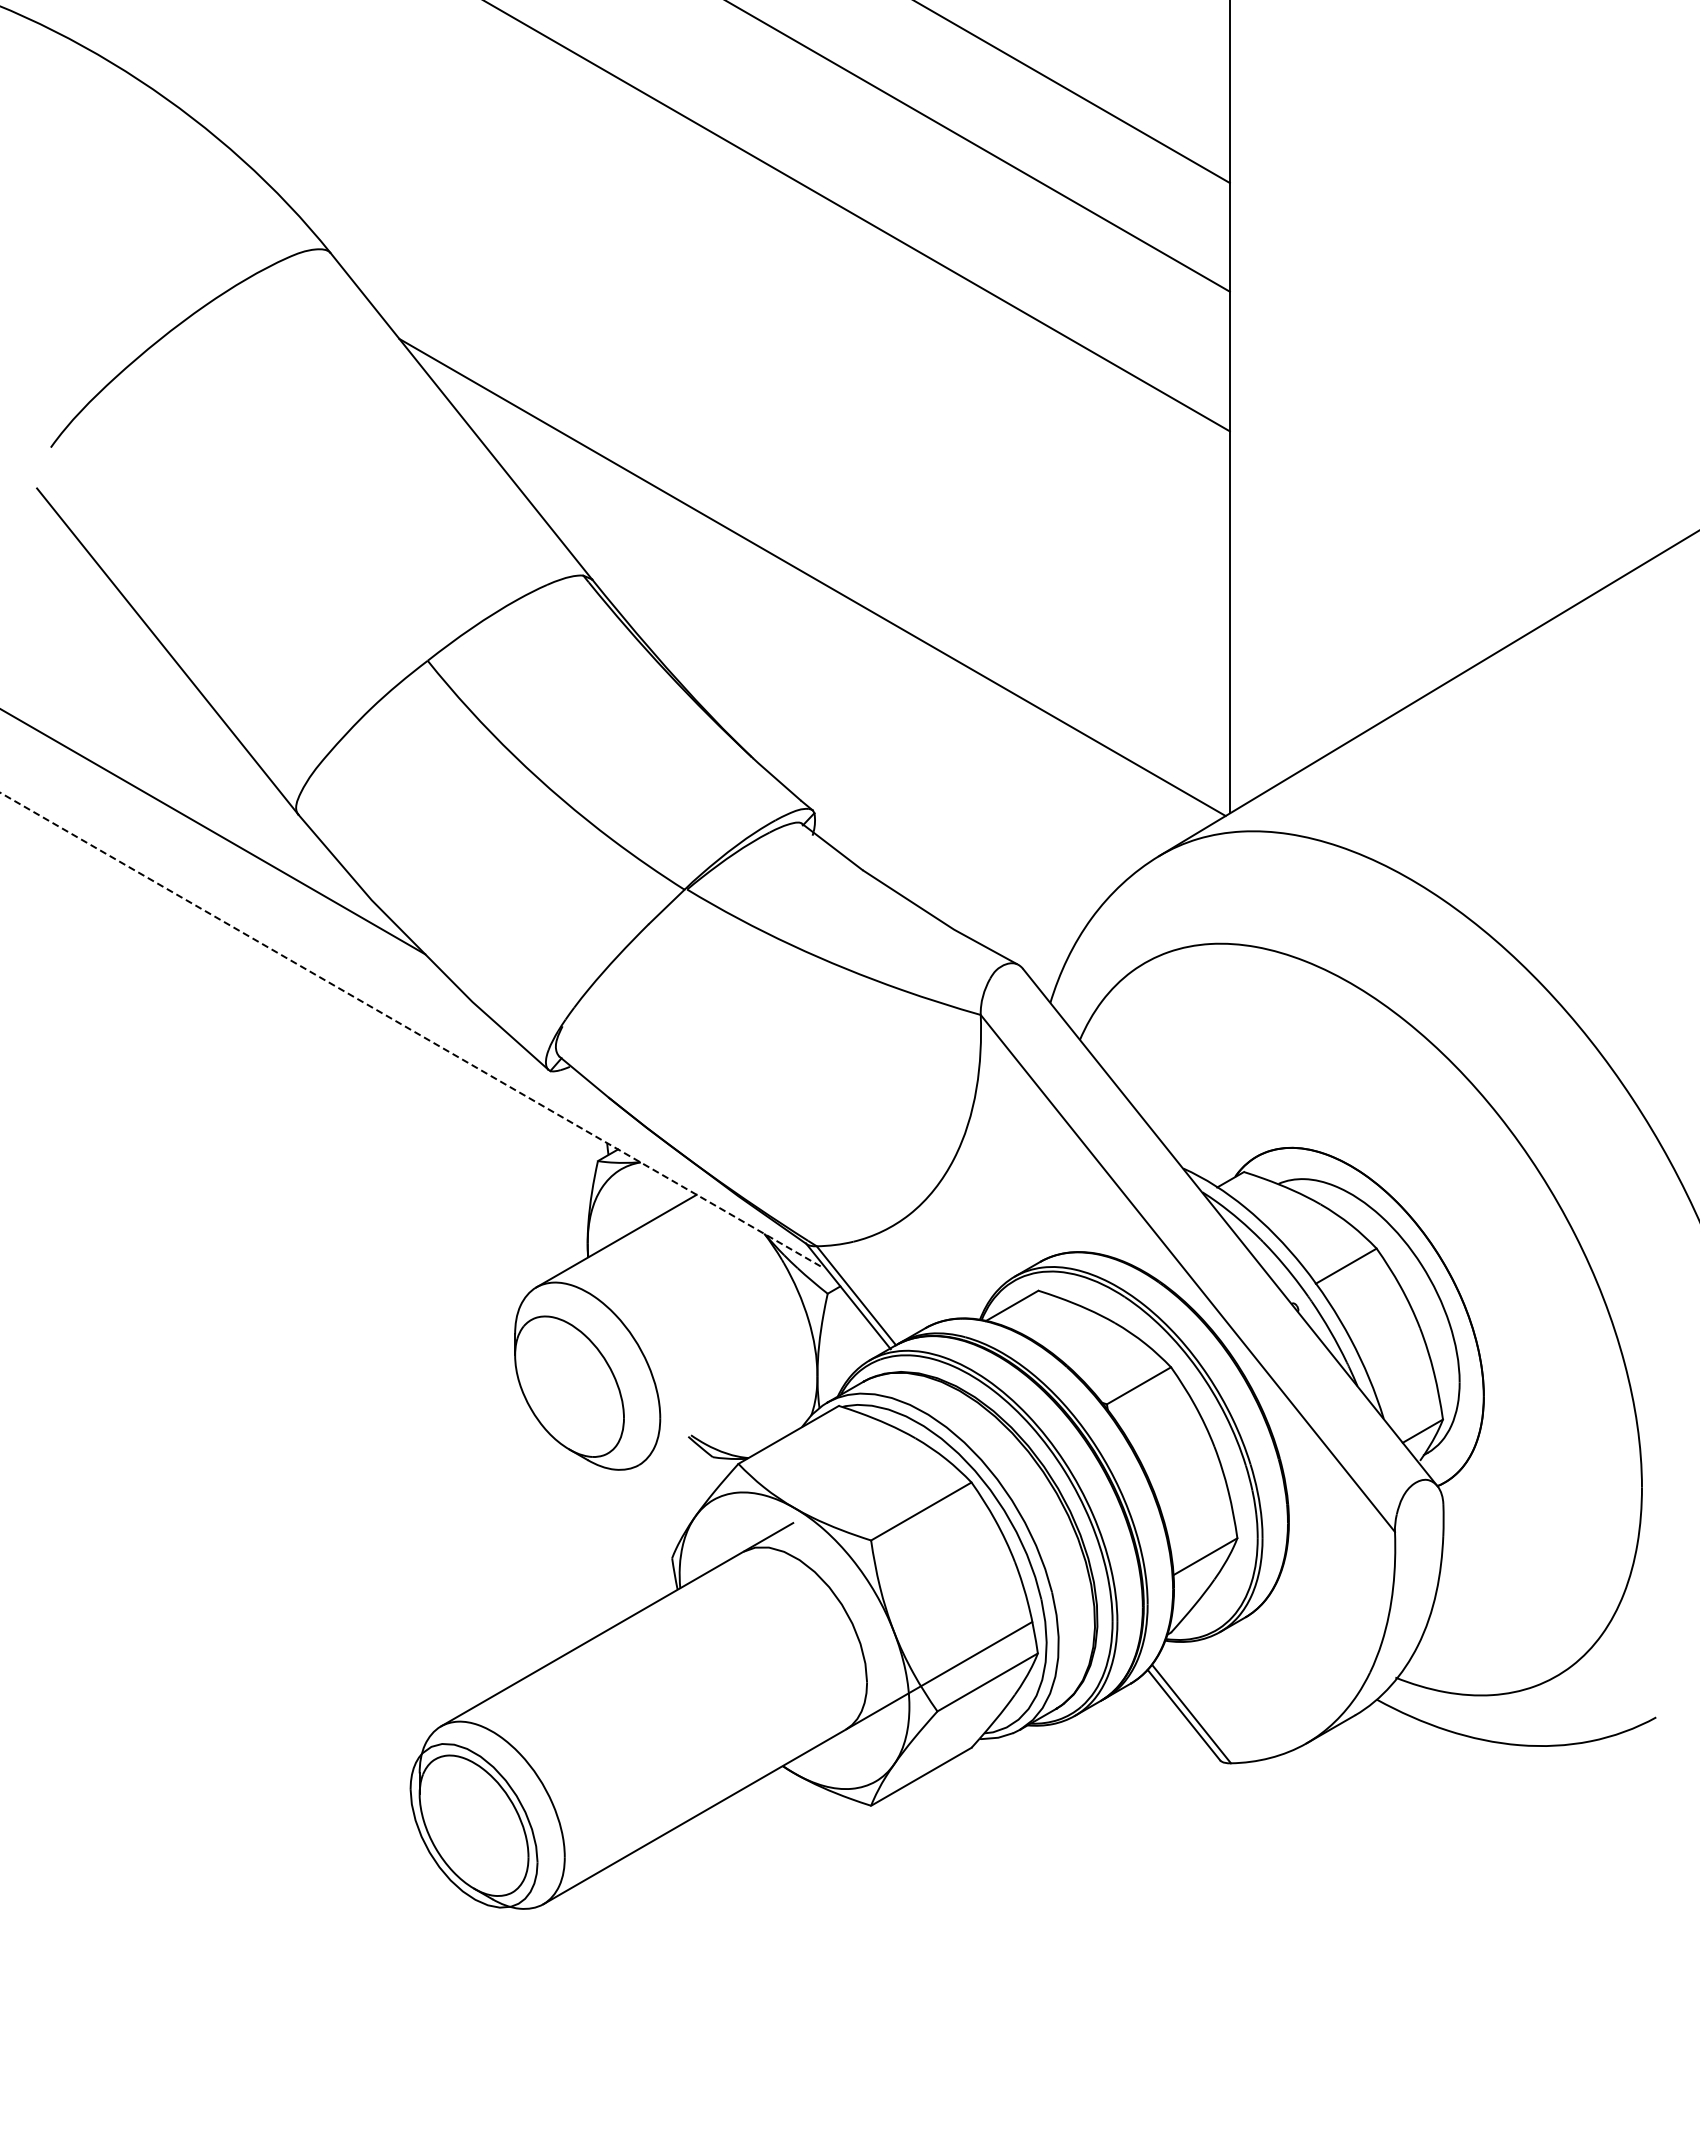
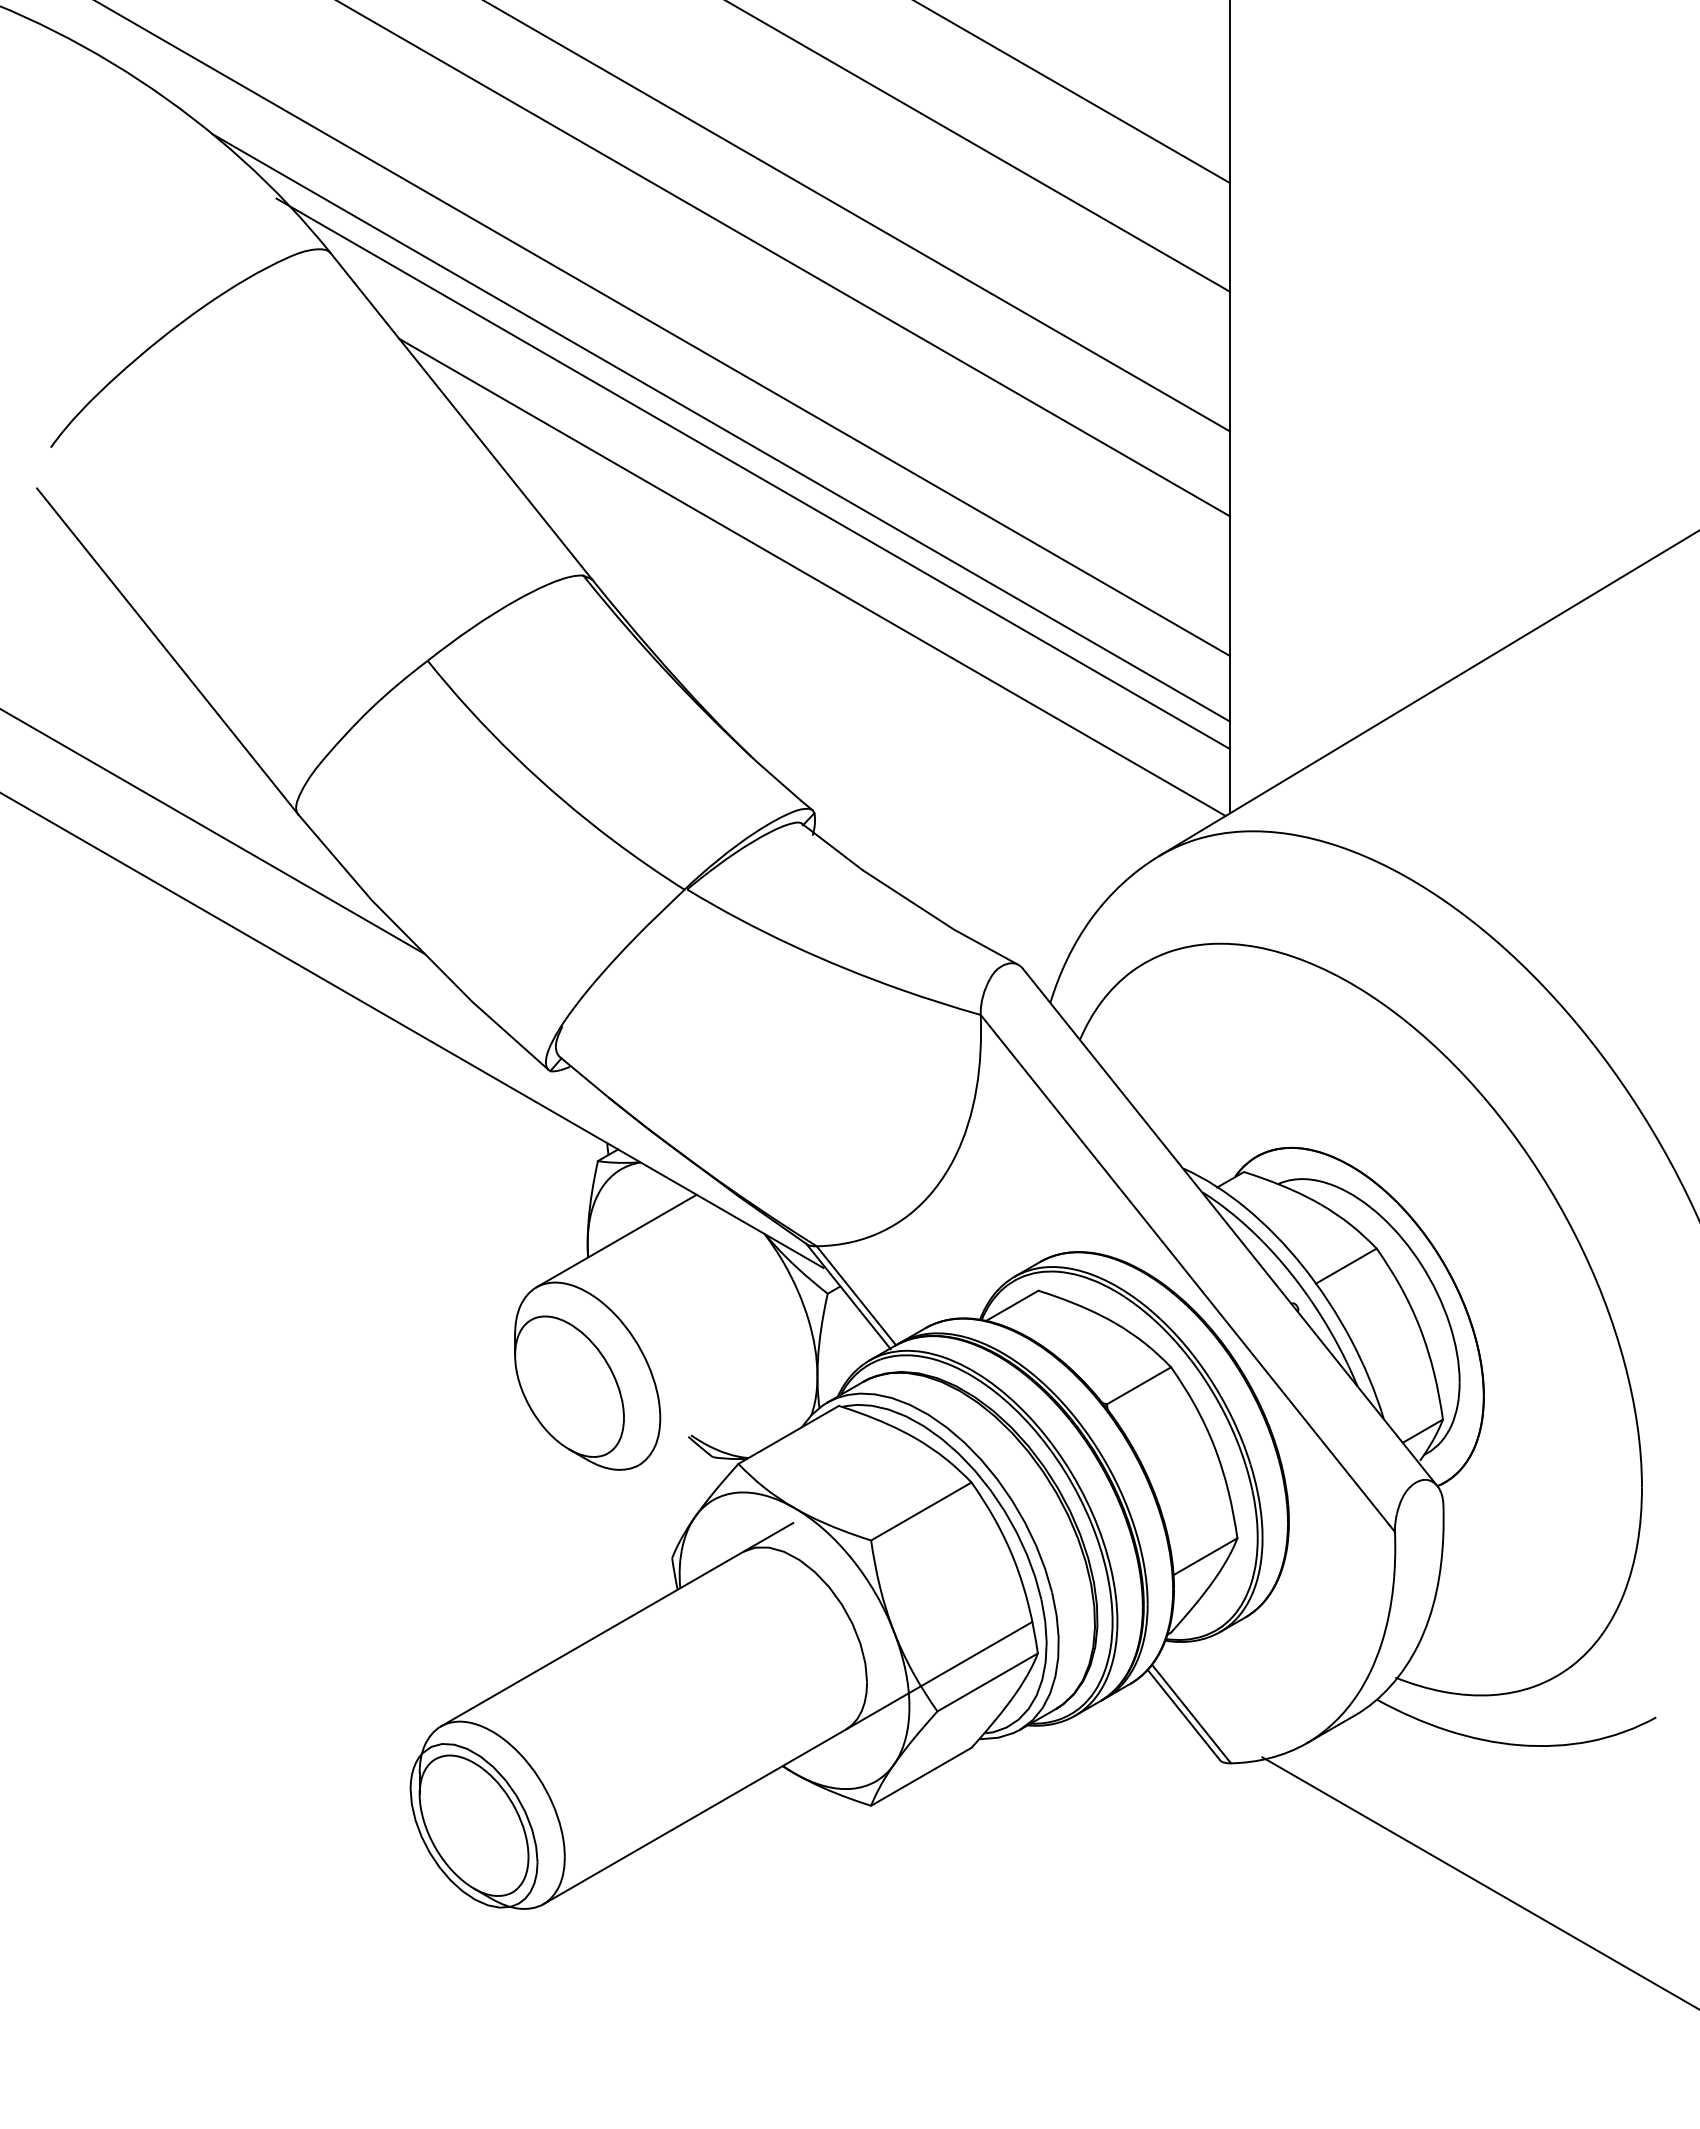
line at (784, 259): none -> present
line at (663, 328): none -> present
line at (720, 427): none -> present
line at (752, 473): none -> present
line at (412, 1030): dashed -> solid
line at (1479, 1882): none -> present
